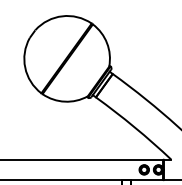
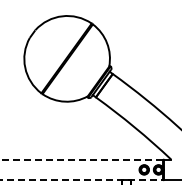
line at (81, 159): solid -> dashed
line at (81, 180): solid -> dashed
